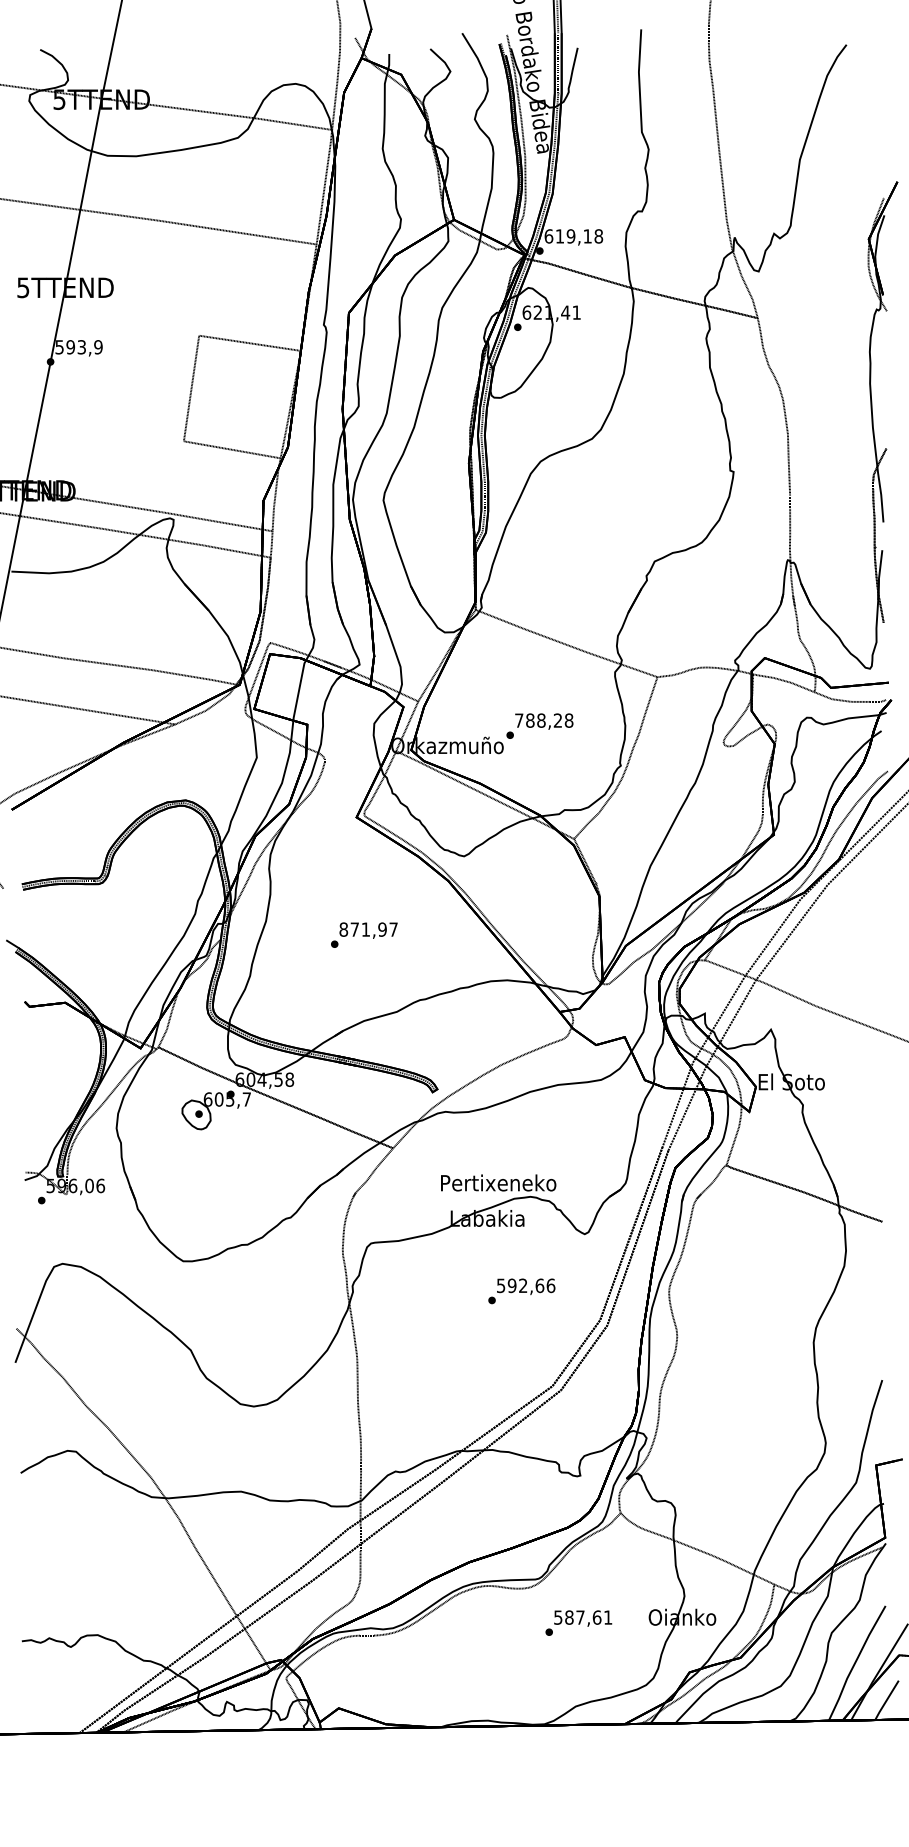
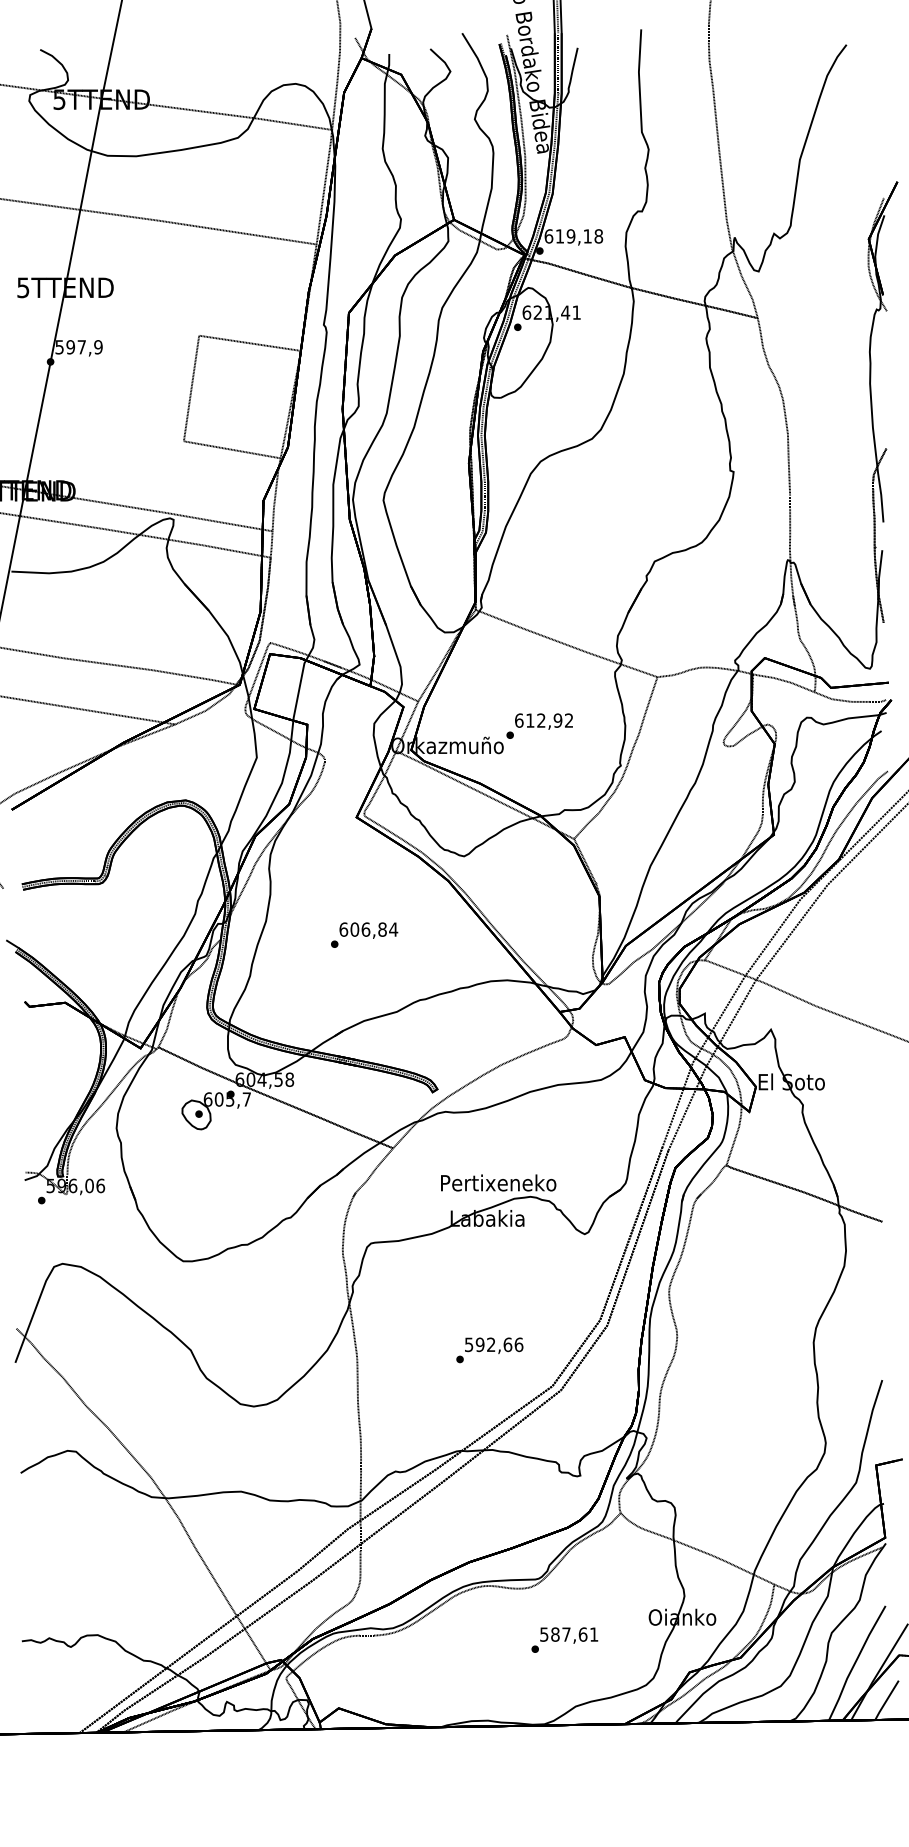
text at (81, 347): 593,9 -> 597,9
text at (544, 720): 788,28 -> 612,92
text at (368, 929): 871,97 -> 606,84
text at (521, 1291) position: (521, 1291) -> (489, 1350)
text at (578, 1622) position: (578, 1622) -> (564, 1639)
